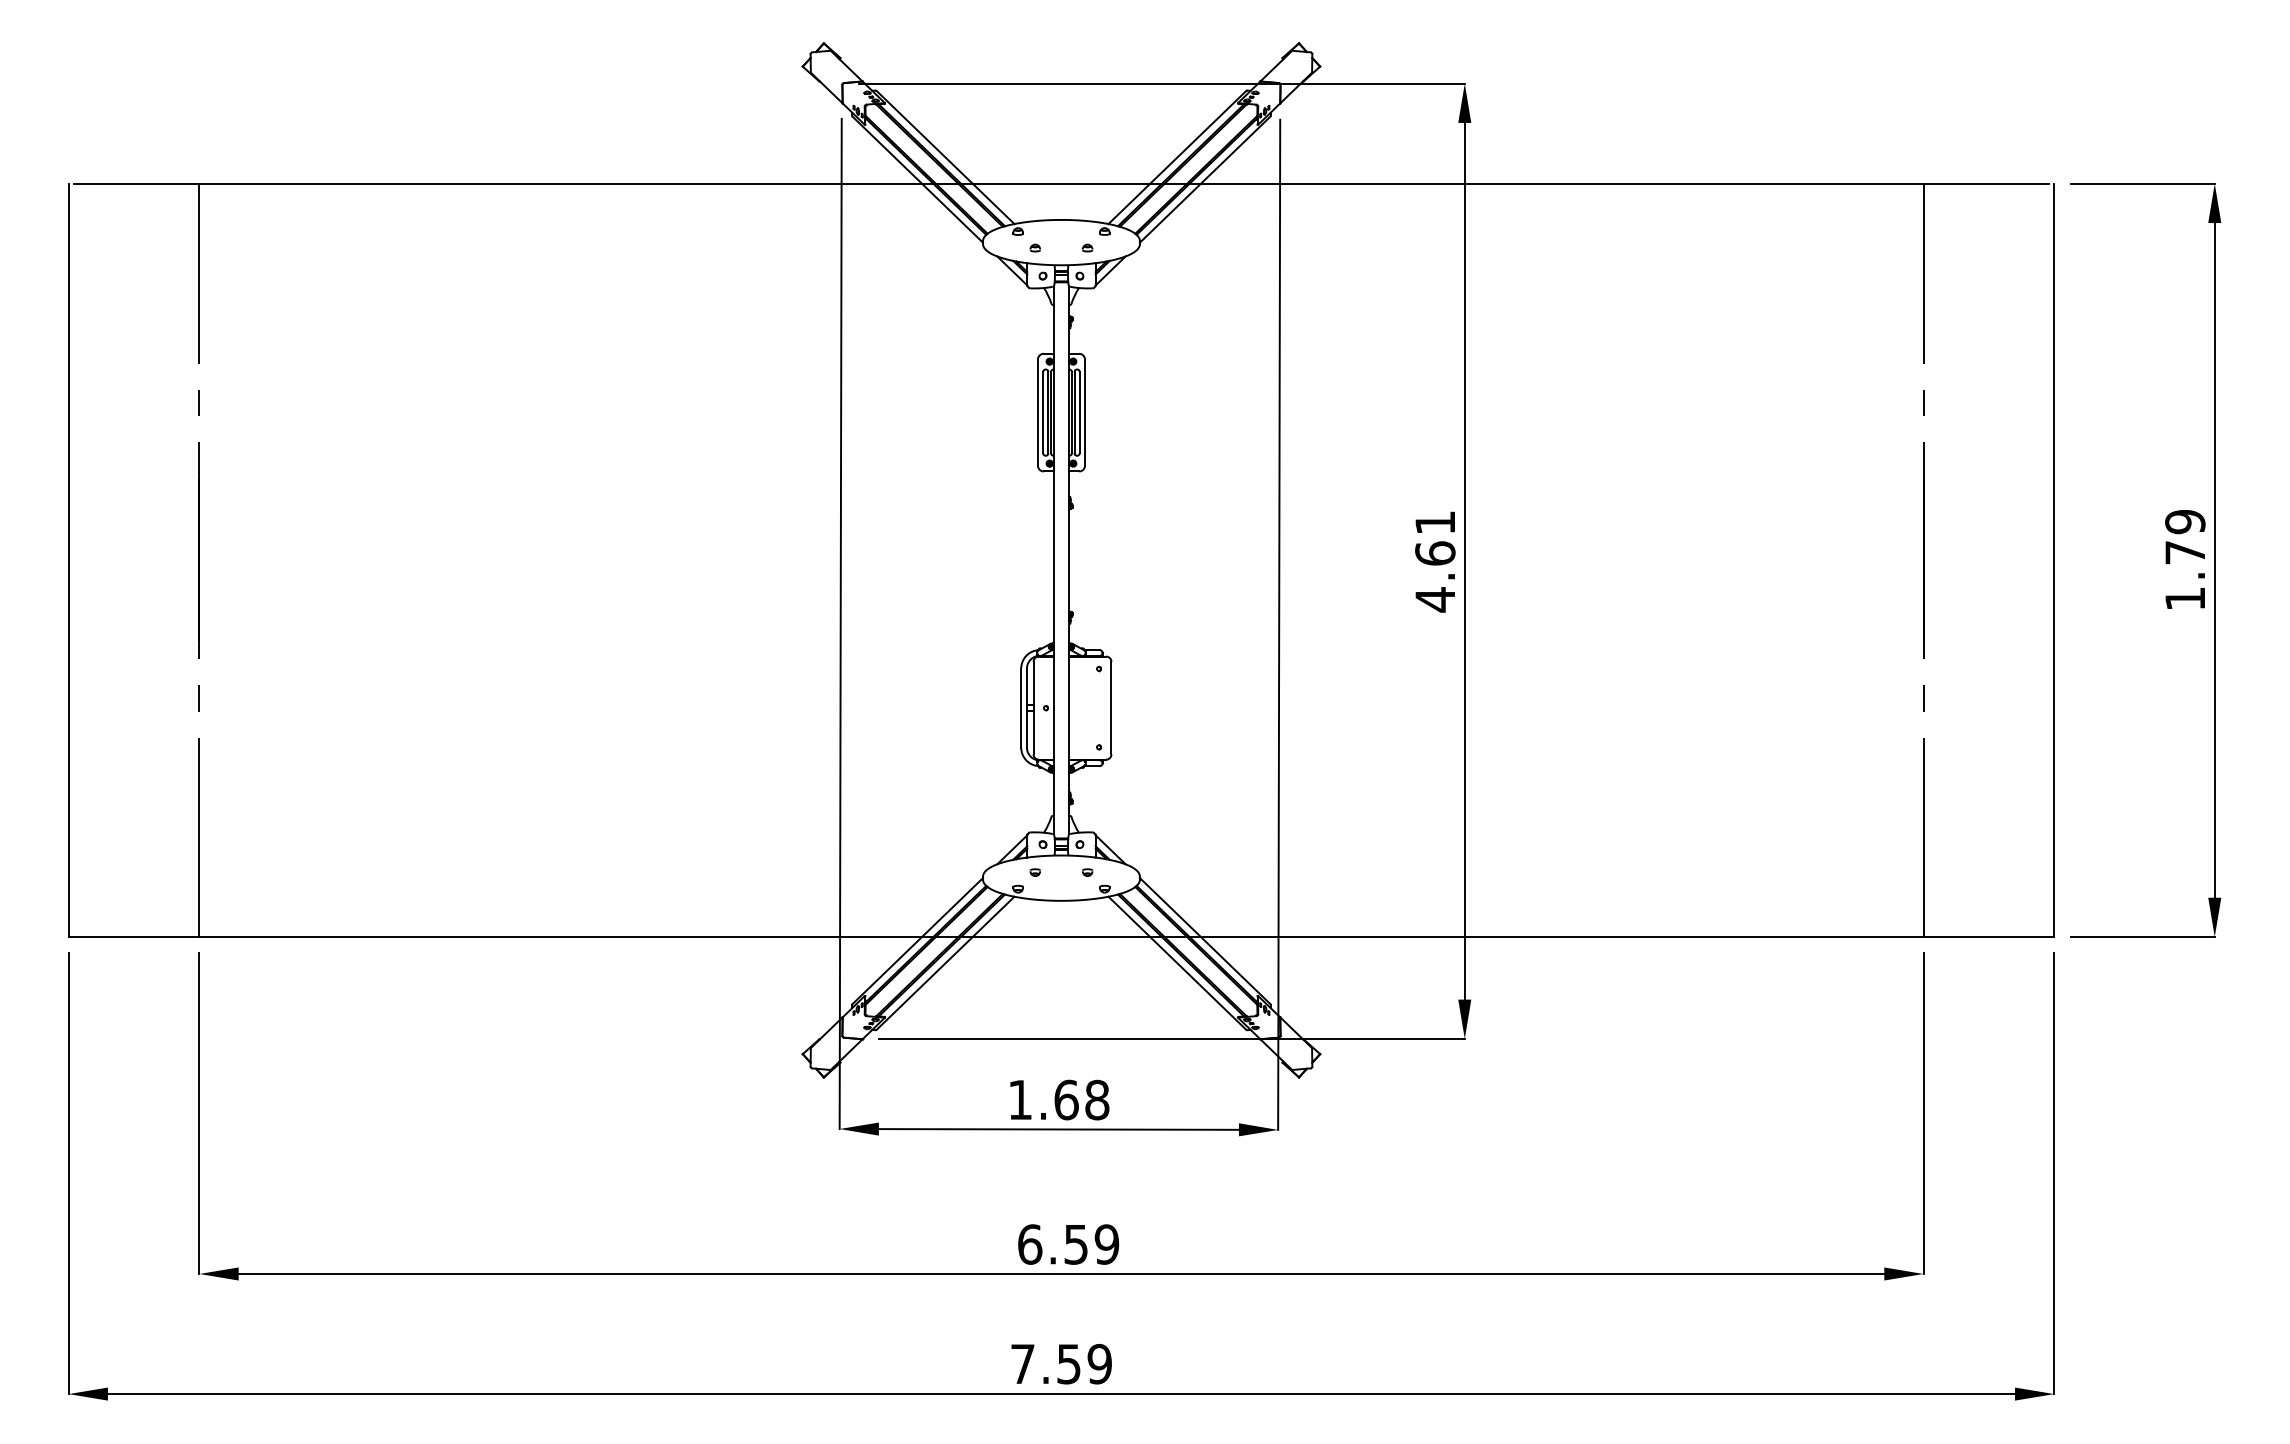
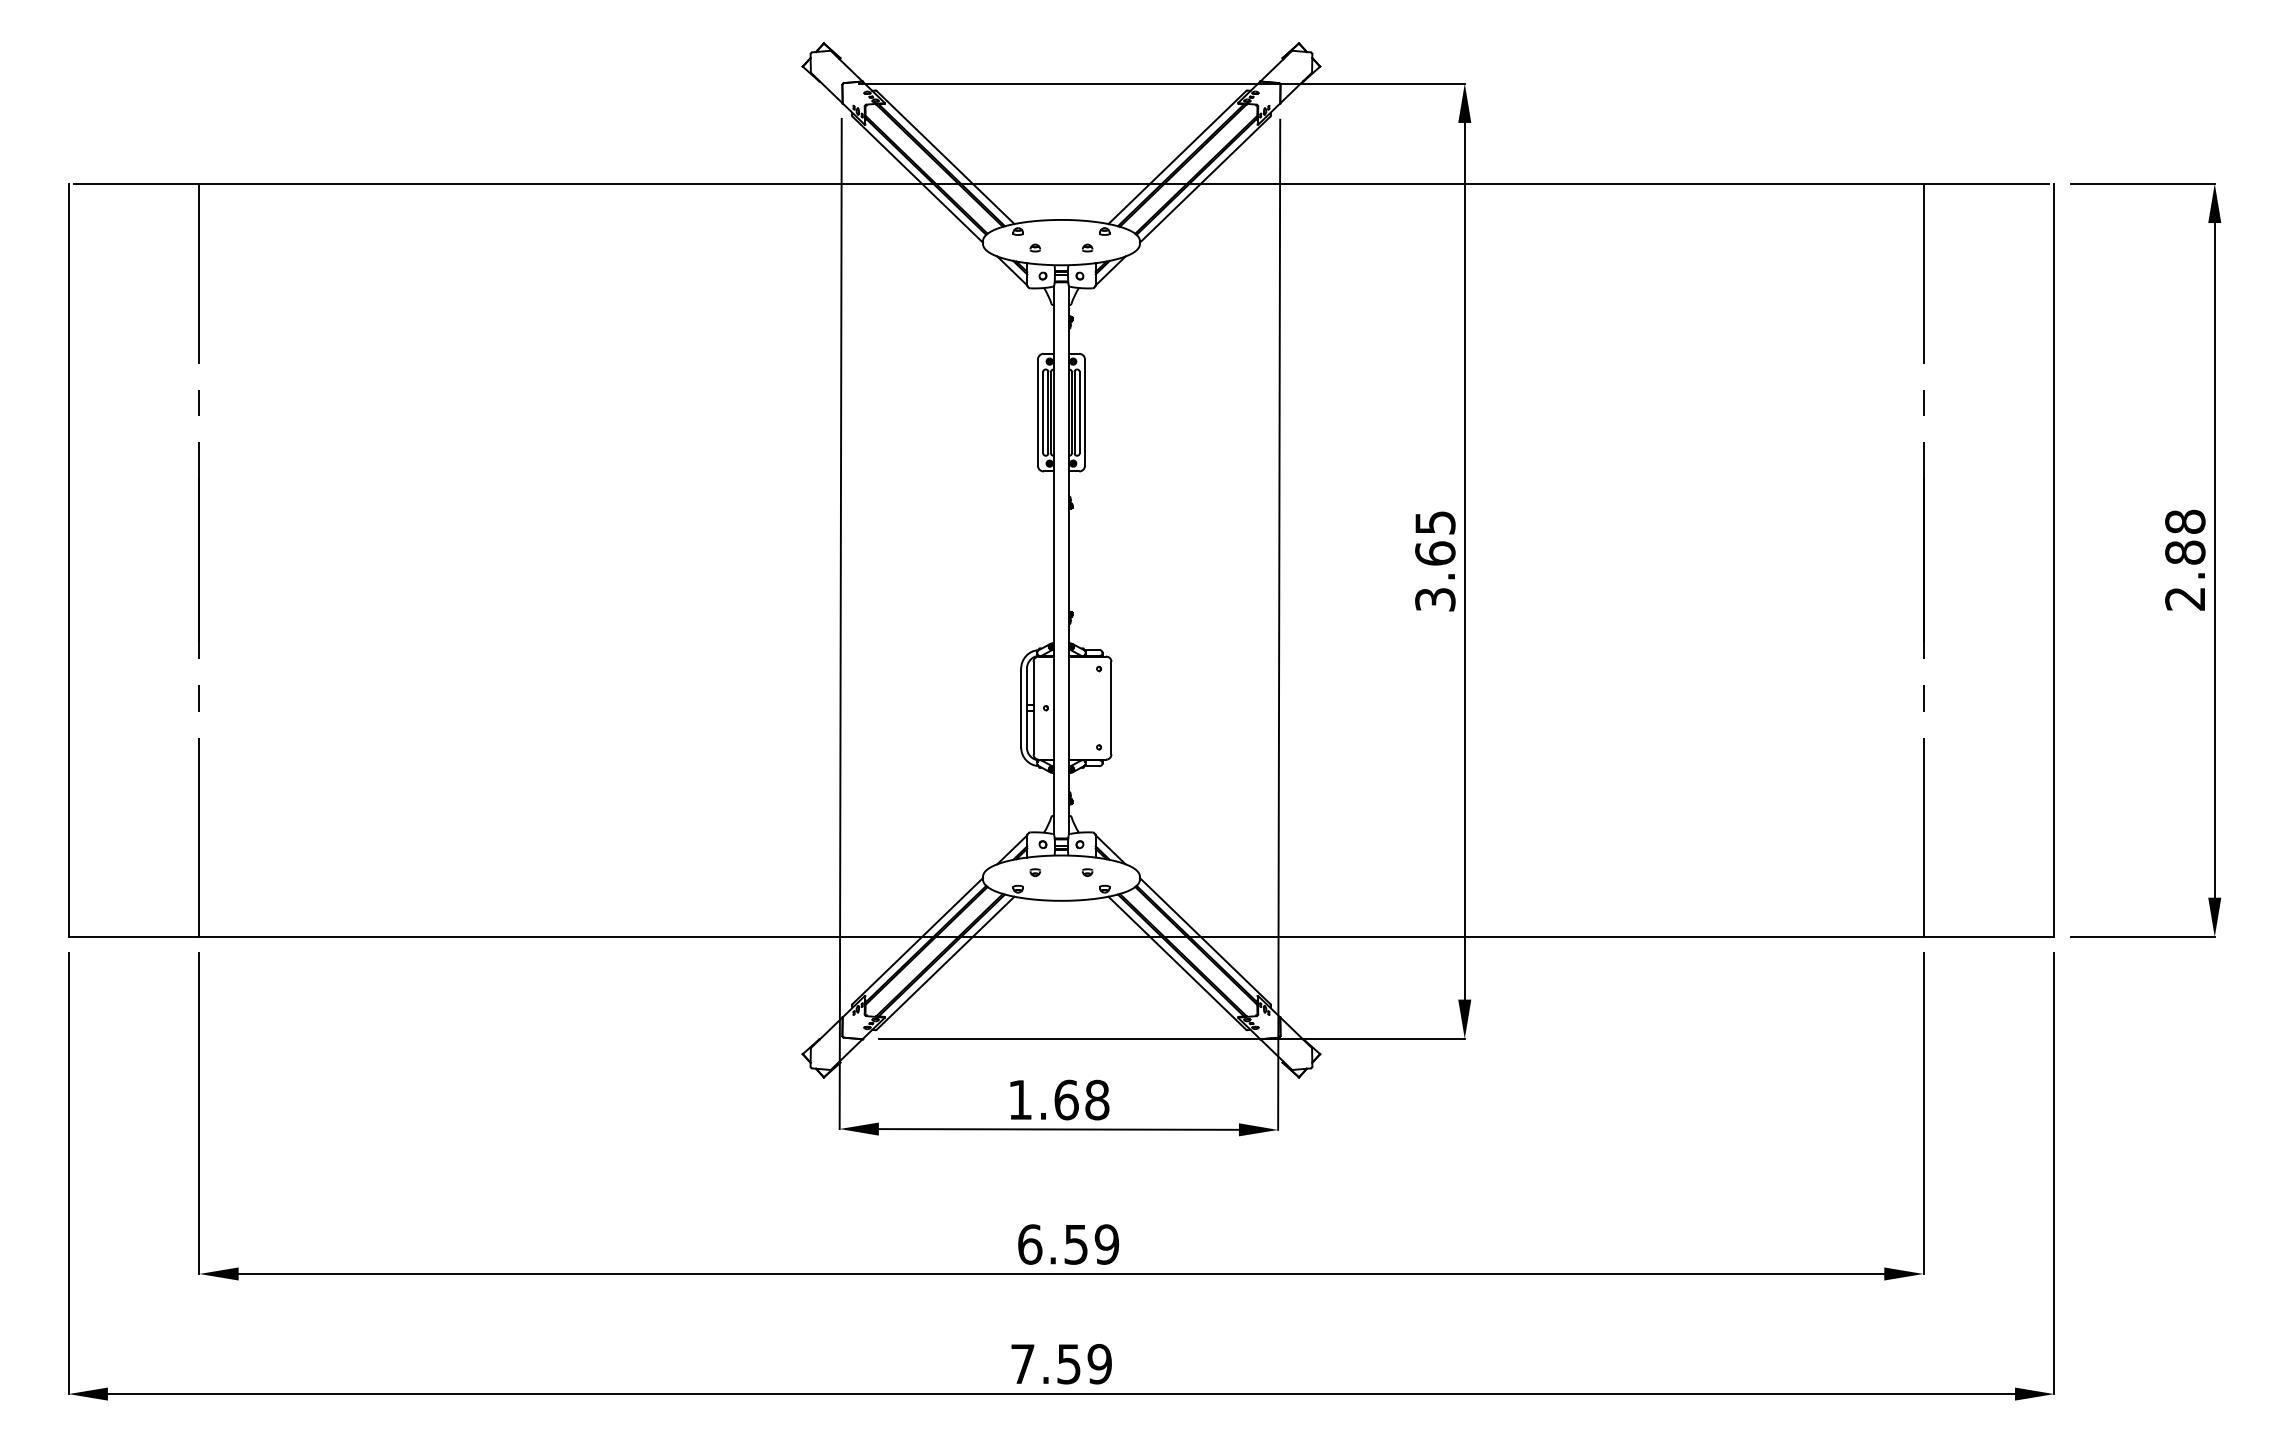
text at (2185, 559): 1.79 -> 2.88
text at (1435, 561): 4.61 -> 3.65
